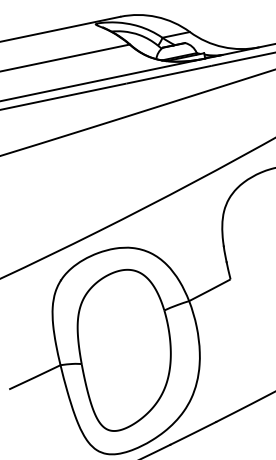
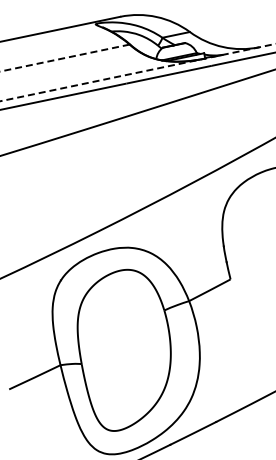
line at (65, 58): solid -> dashed
line at (138, 72): solid -> dashed
